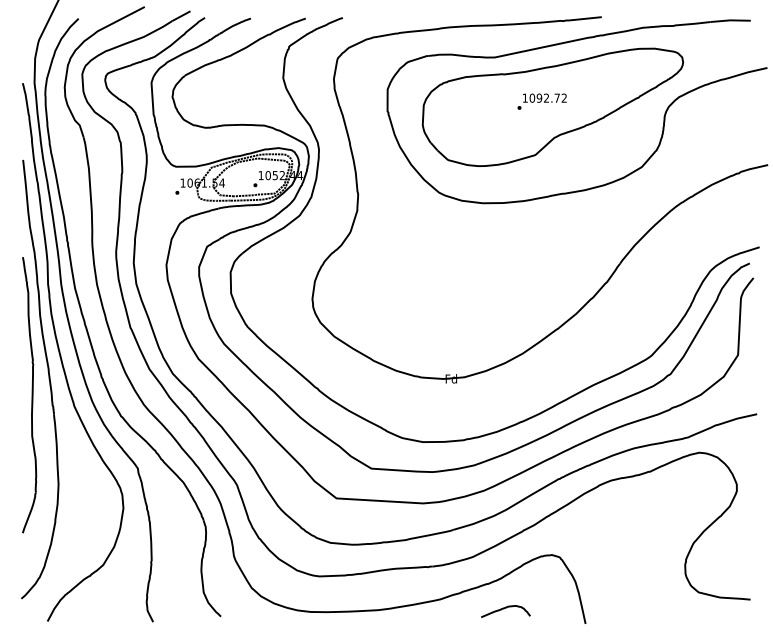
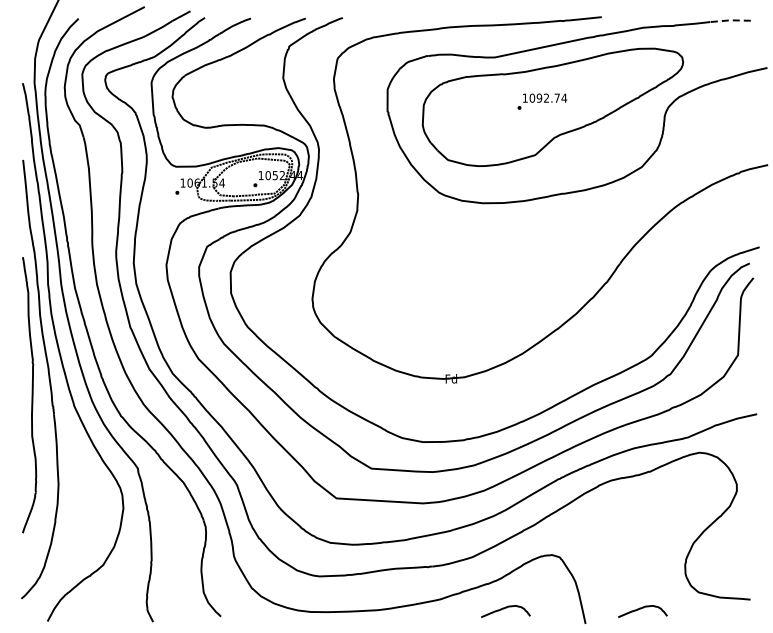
line at (730, 20): solid -> dashed
text at (564, 97): 1092.72 -> 1092.74
curve at (641, 609): none -> present
